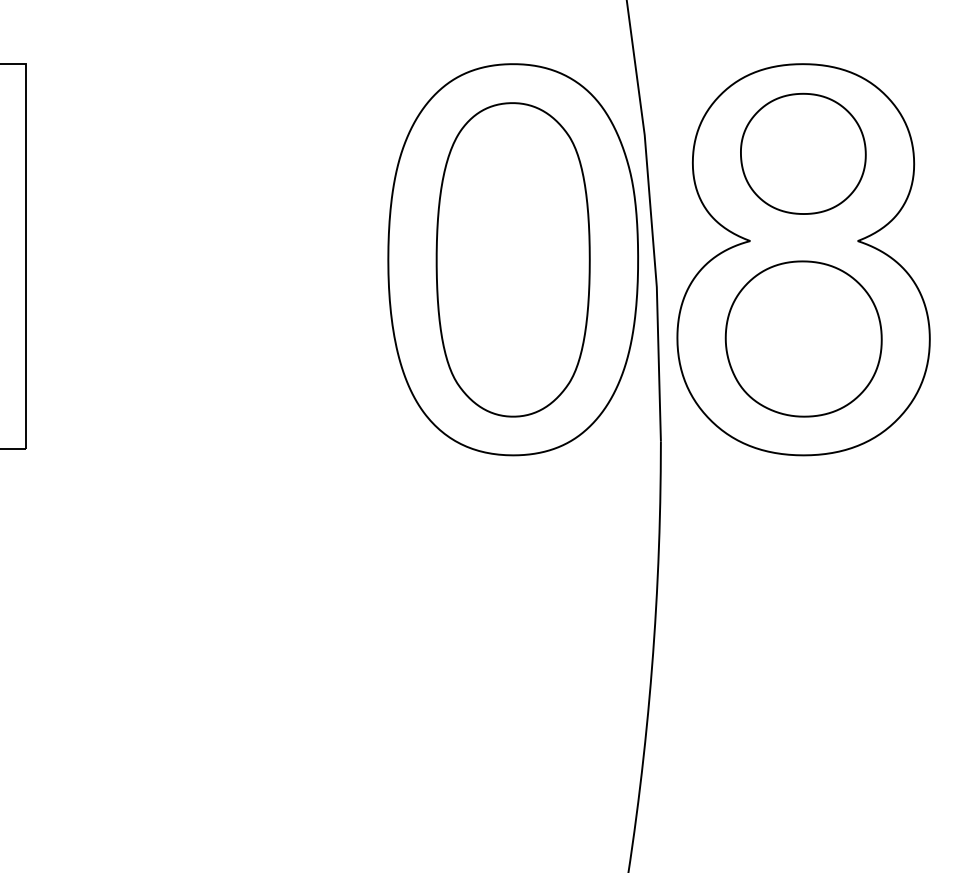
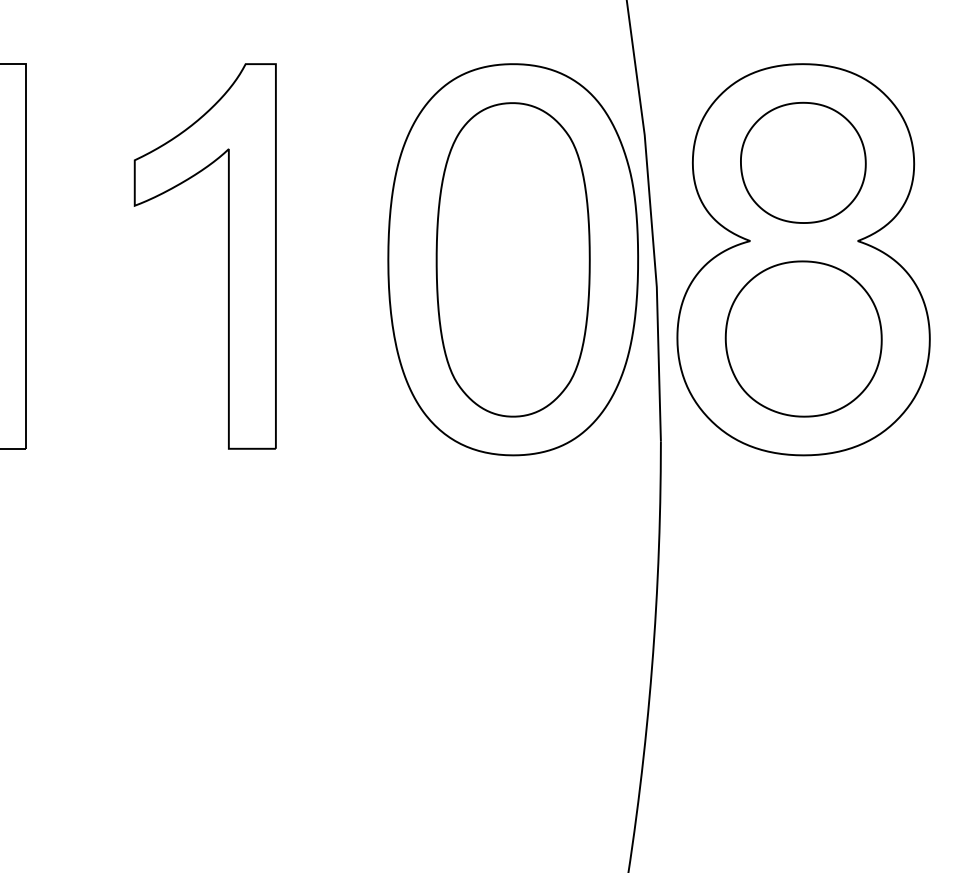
part at (803, 153) position: (803, 153) -> (803, 162)
part at (228, 256): none -> present
